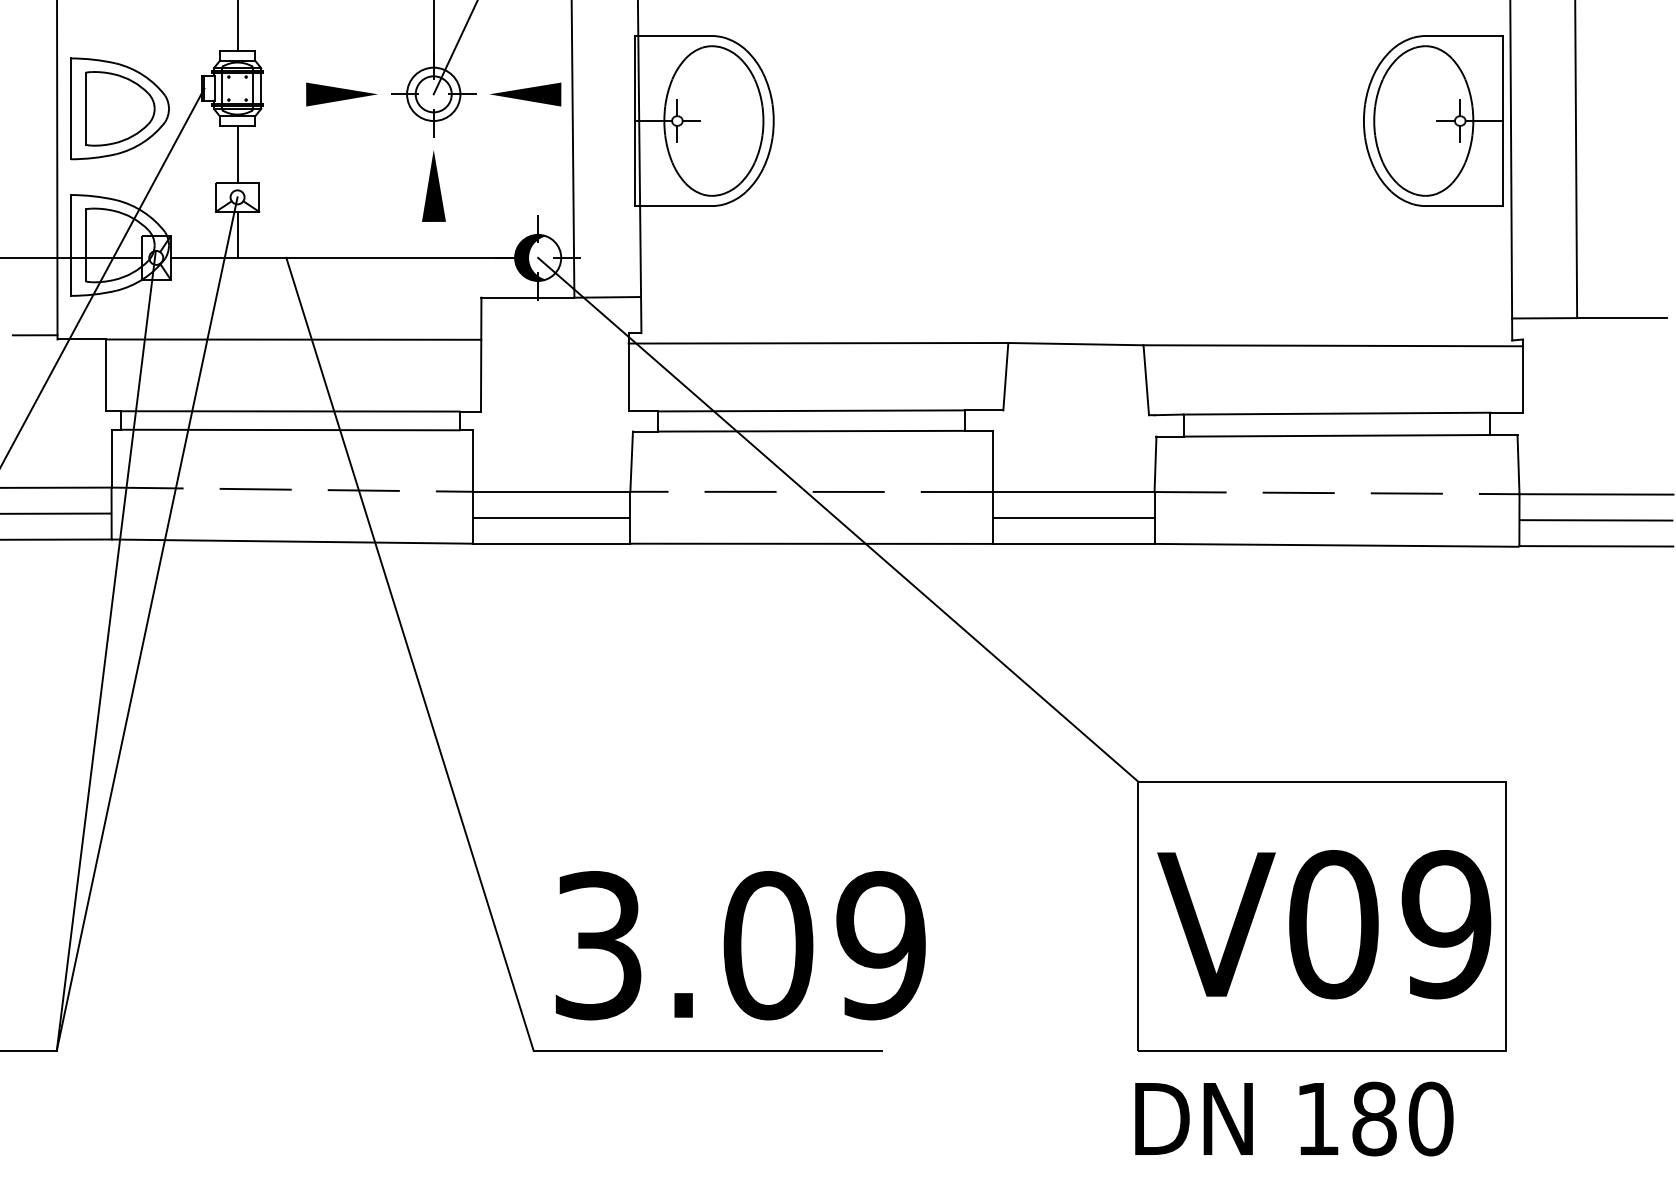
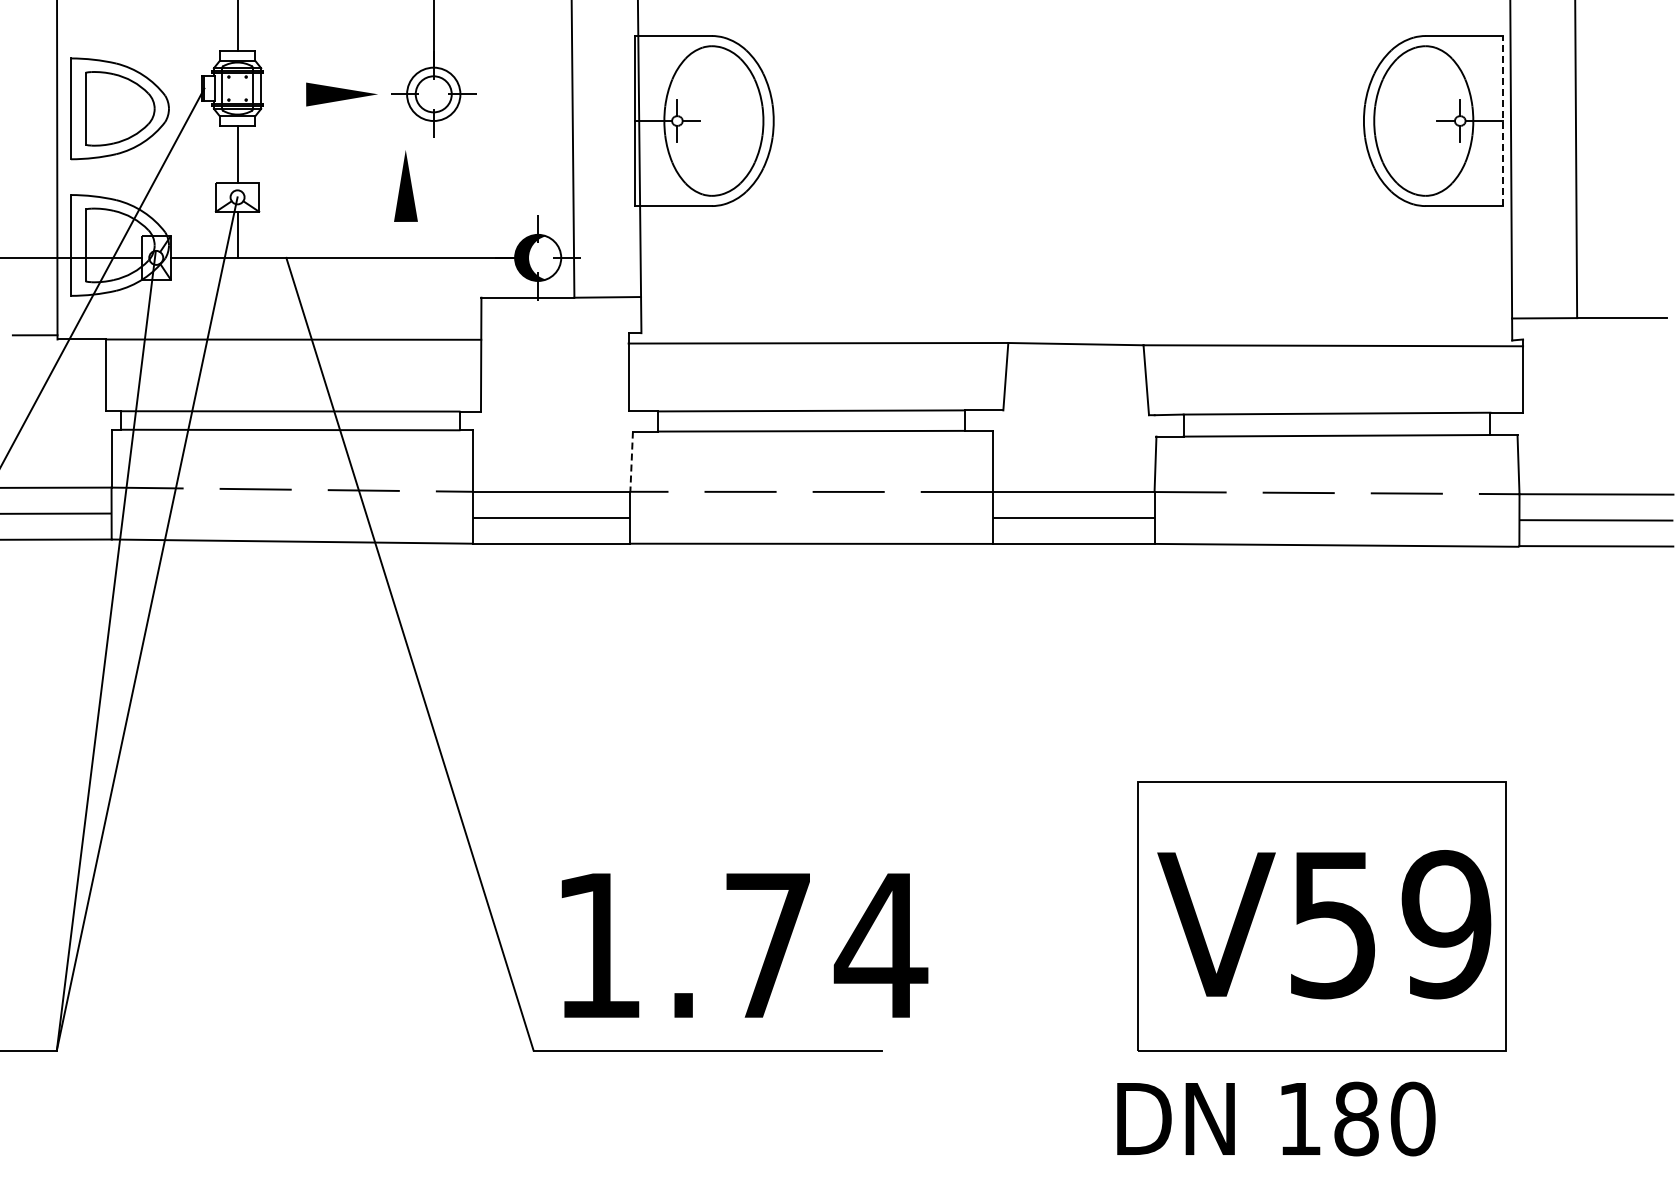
line at (454, 48): present -> none
part at (525, 94): present -> none
line at (1503, 120): solid -> dashed
part at (433, 185) position: (433, 185) -> (405, 185)
line at (631, 462): solid -> dashed
line at (838, 519): present -> none
text at (1333, 924): V09 -> V59
text at (741, 945): 3.09 -> 1.74
text at (1294, 1118) position: (1294, 1118) -> (1276, 1118)
